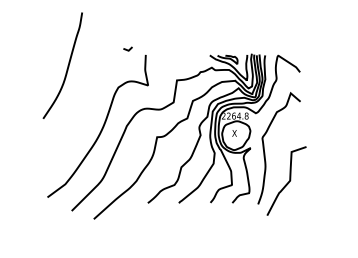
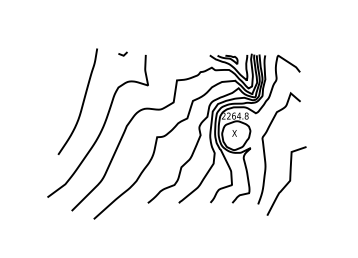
line at (126, 48) position: (126, 48) -> (121, 53)
curve at (67, 65) position: (67, 65) -> (82, 101)
